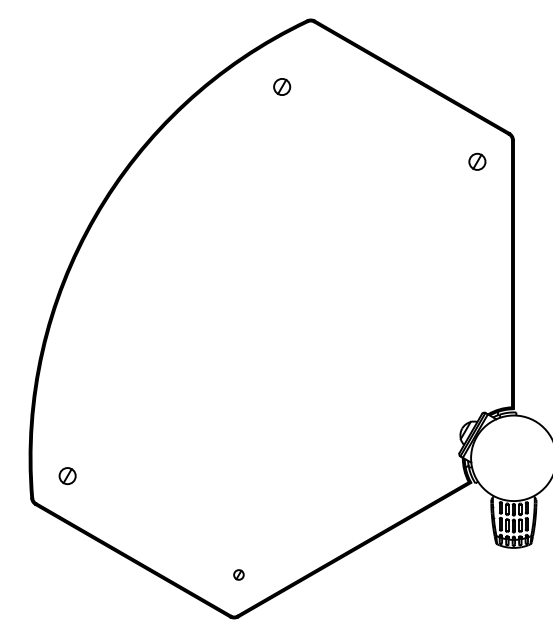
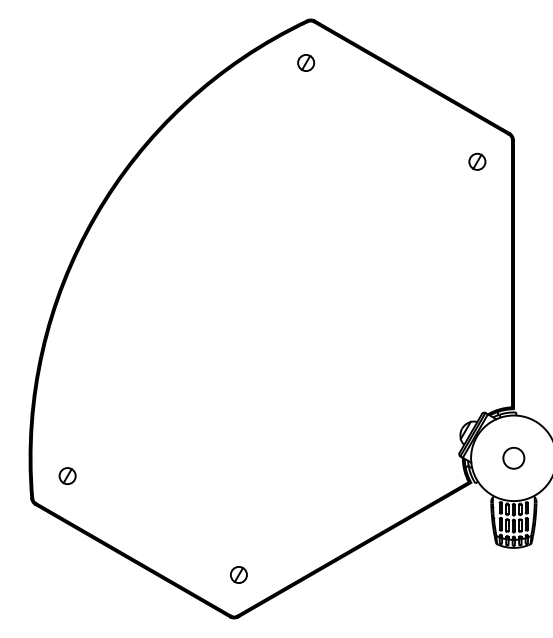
part at (282, 86) position: (282, 86) -> (306, 62)
circle at (513, 457): none -> present
part at (238, 574) size: 12x12 px -> 18x18 px
